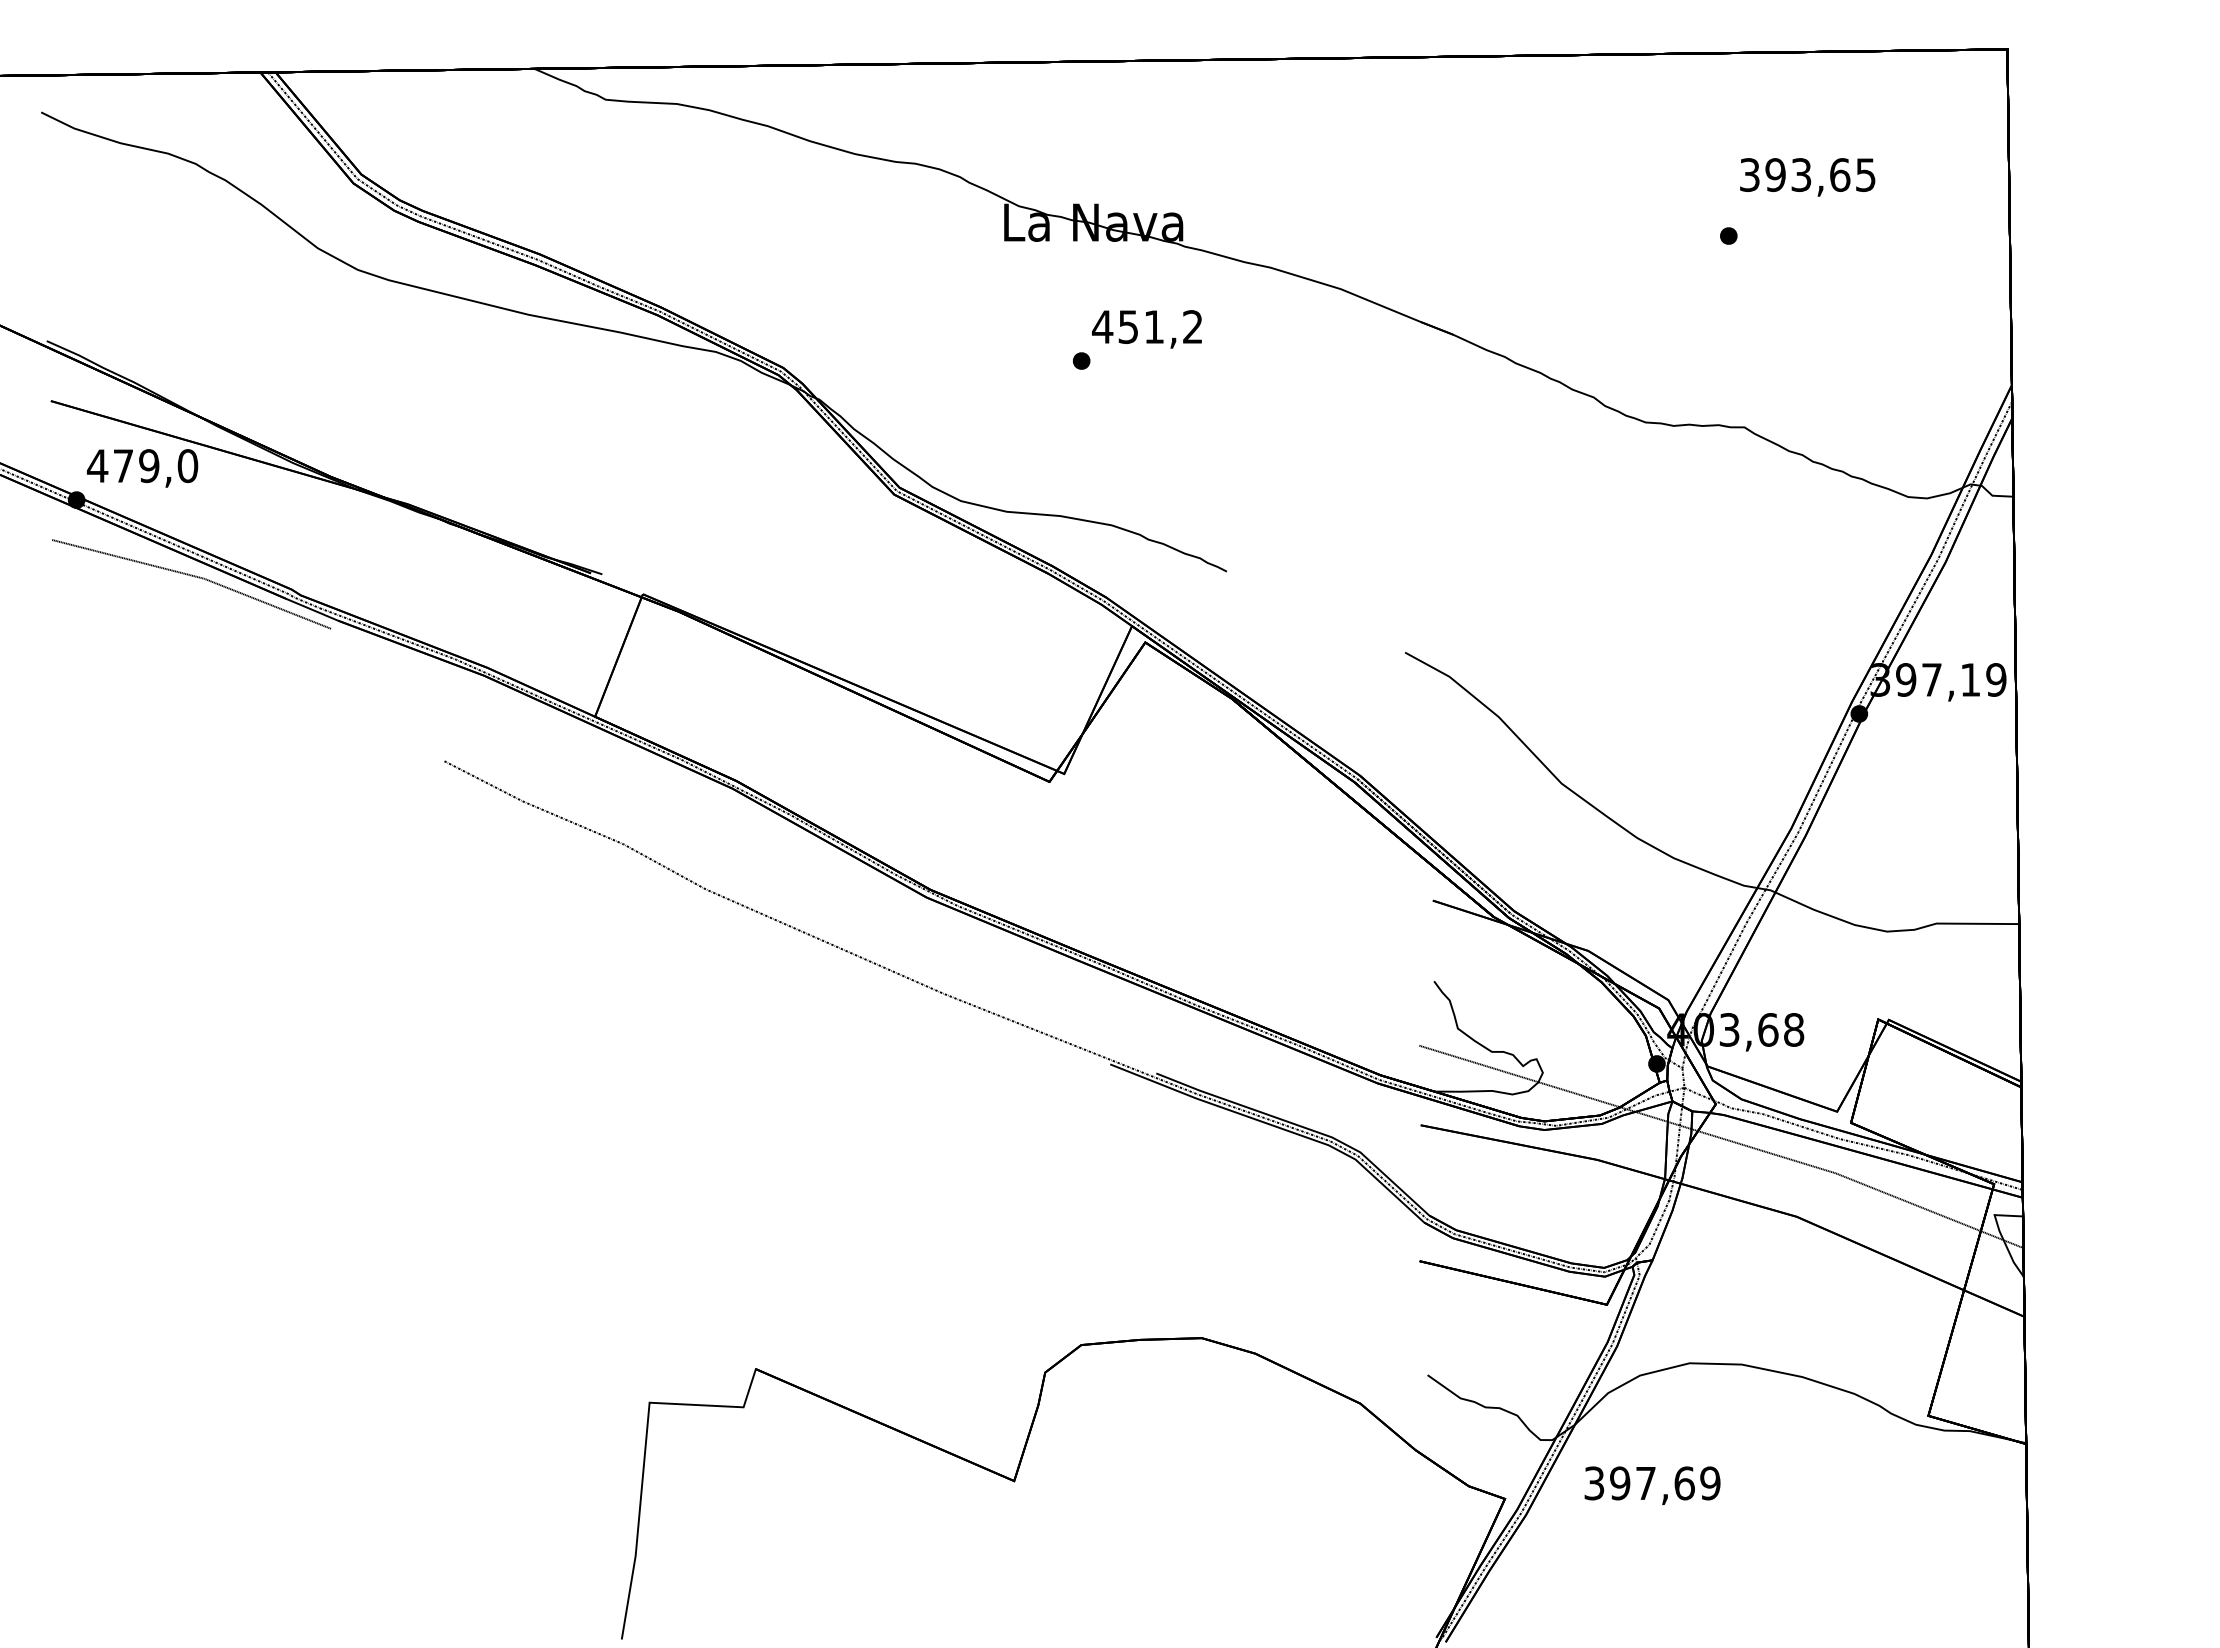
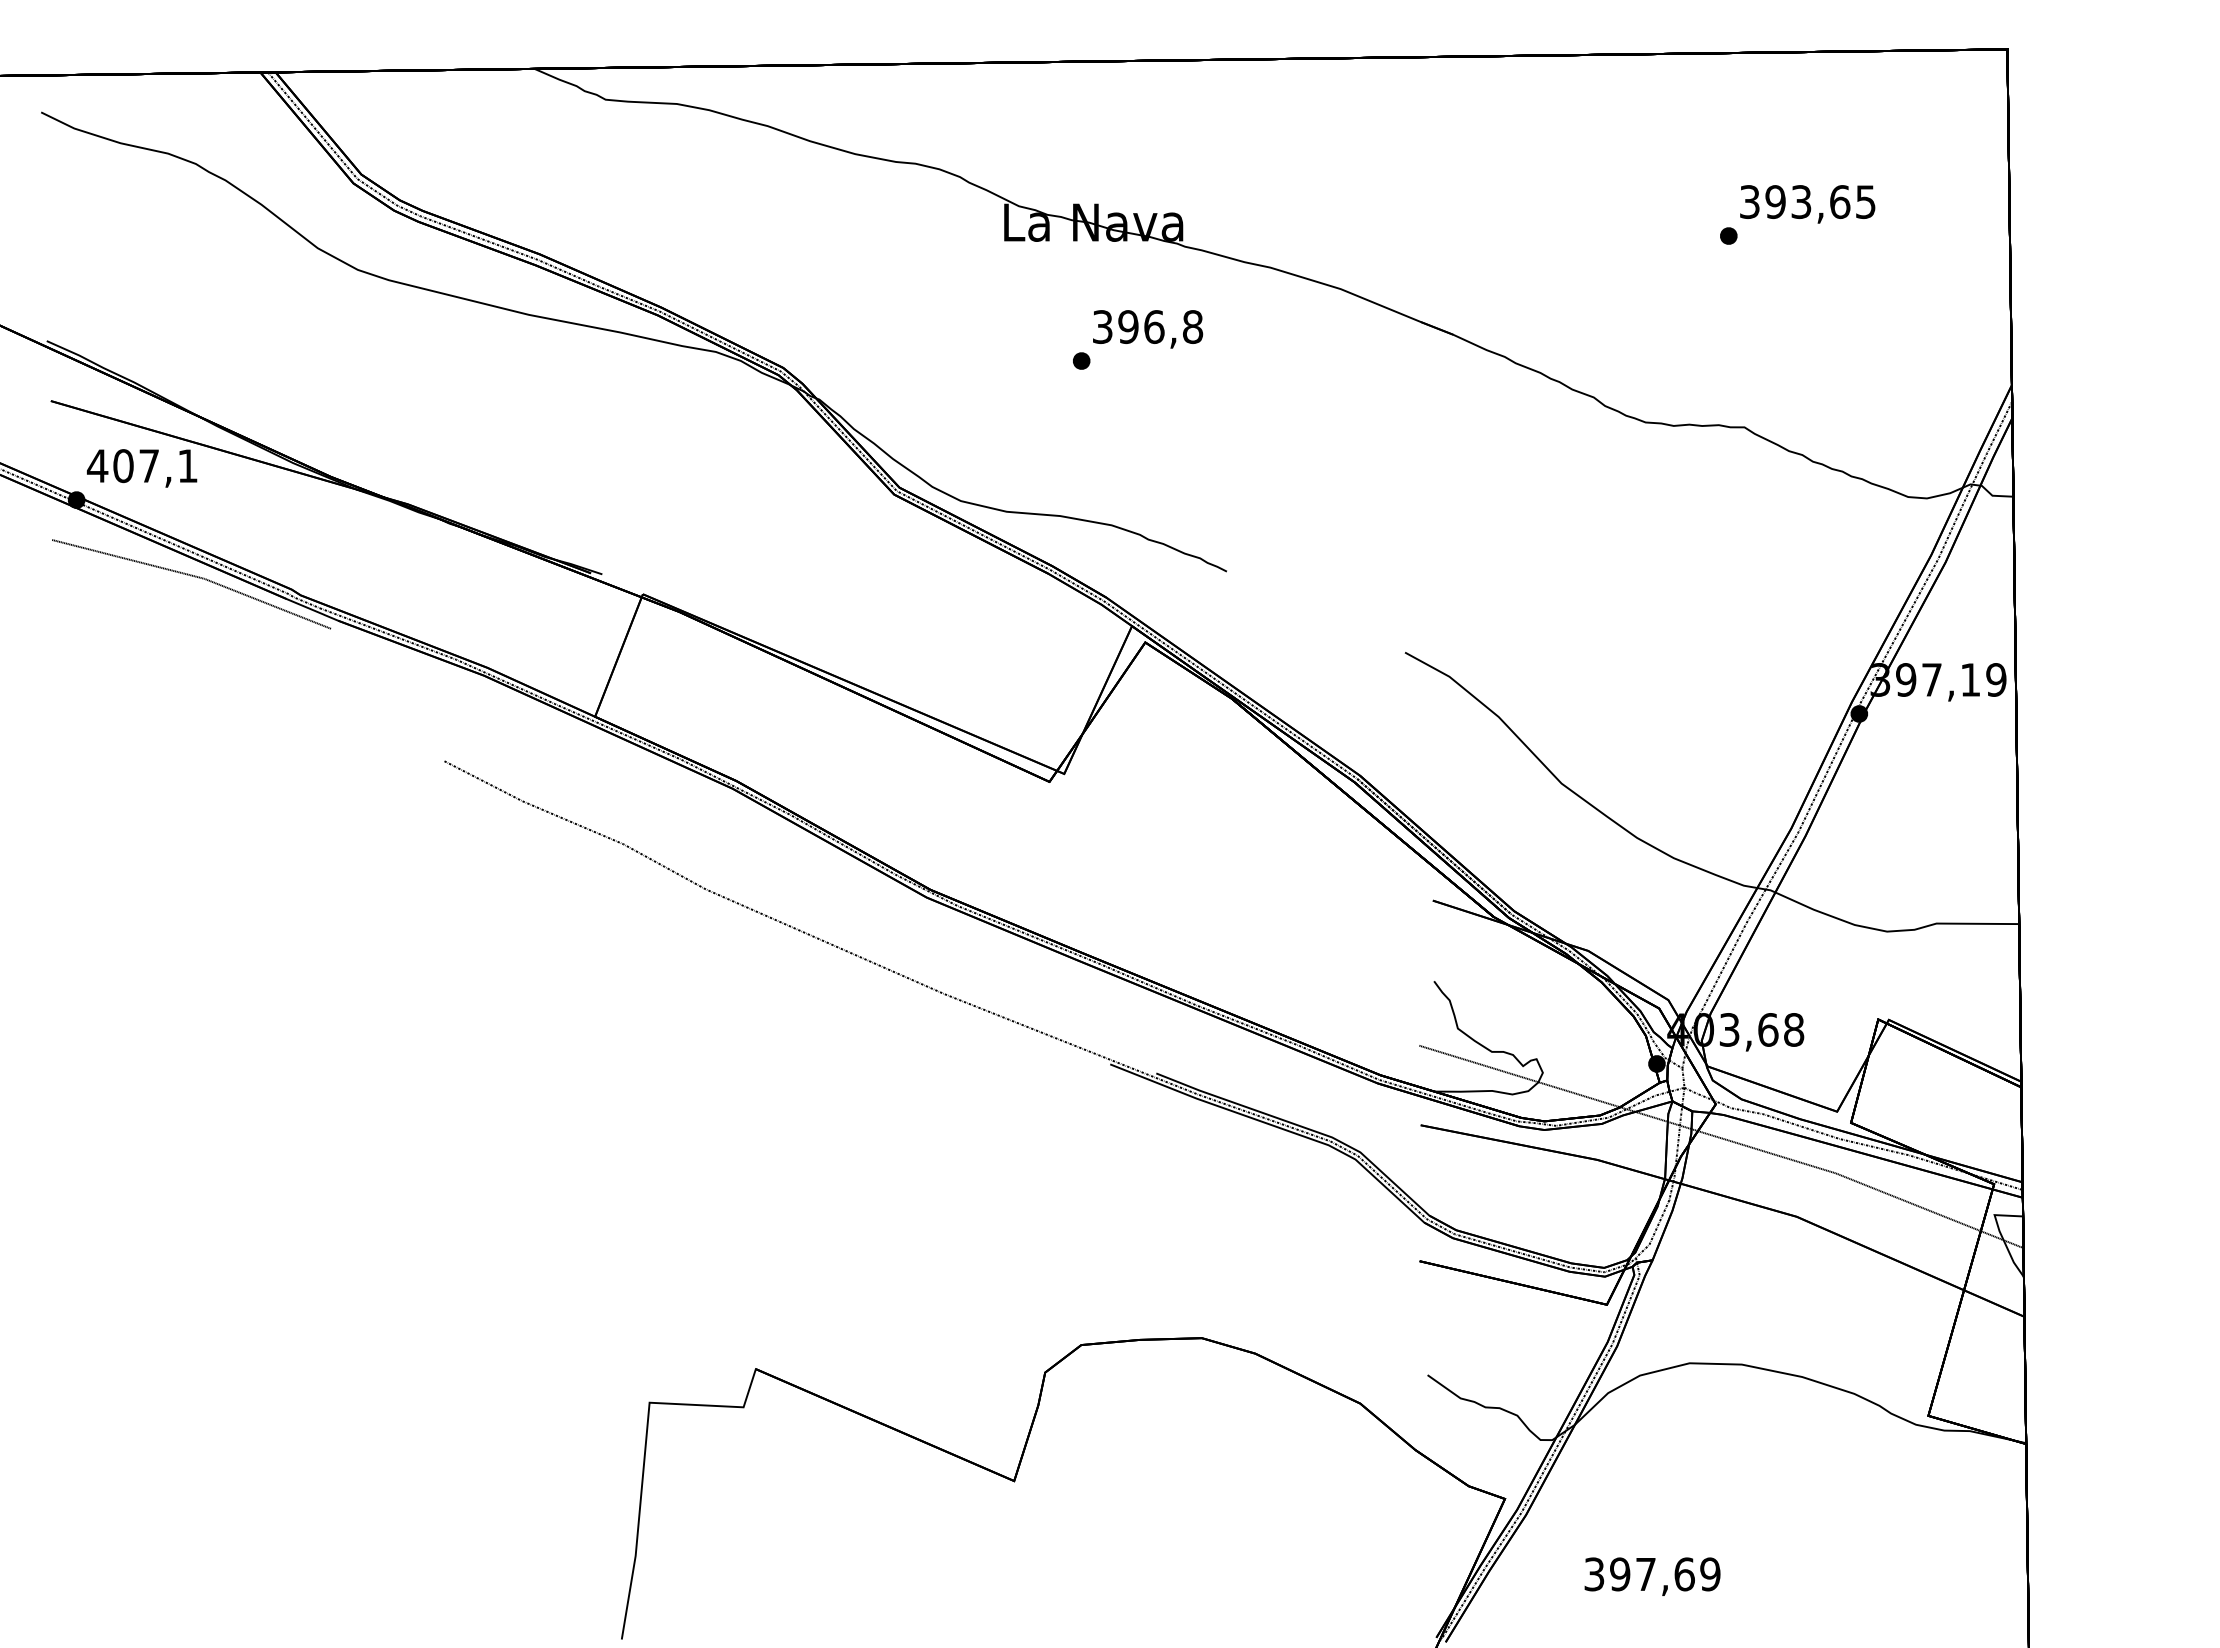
text at (1807, 177) position: (1807, 177) -> (1807, 204)
text at (1147, 326): 451,2 -> 396,8
text at (155, 466): 479,0 -> 407,1
text at (1652, 1485) position: (1652, 1485) -> (1652, 1576)
